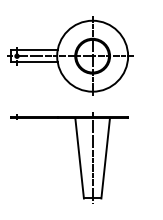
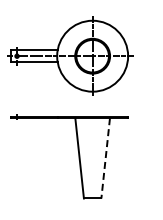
line at (92, 157): present -> none
line at (105, 158): solid -> dashed
